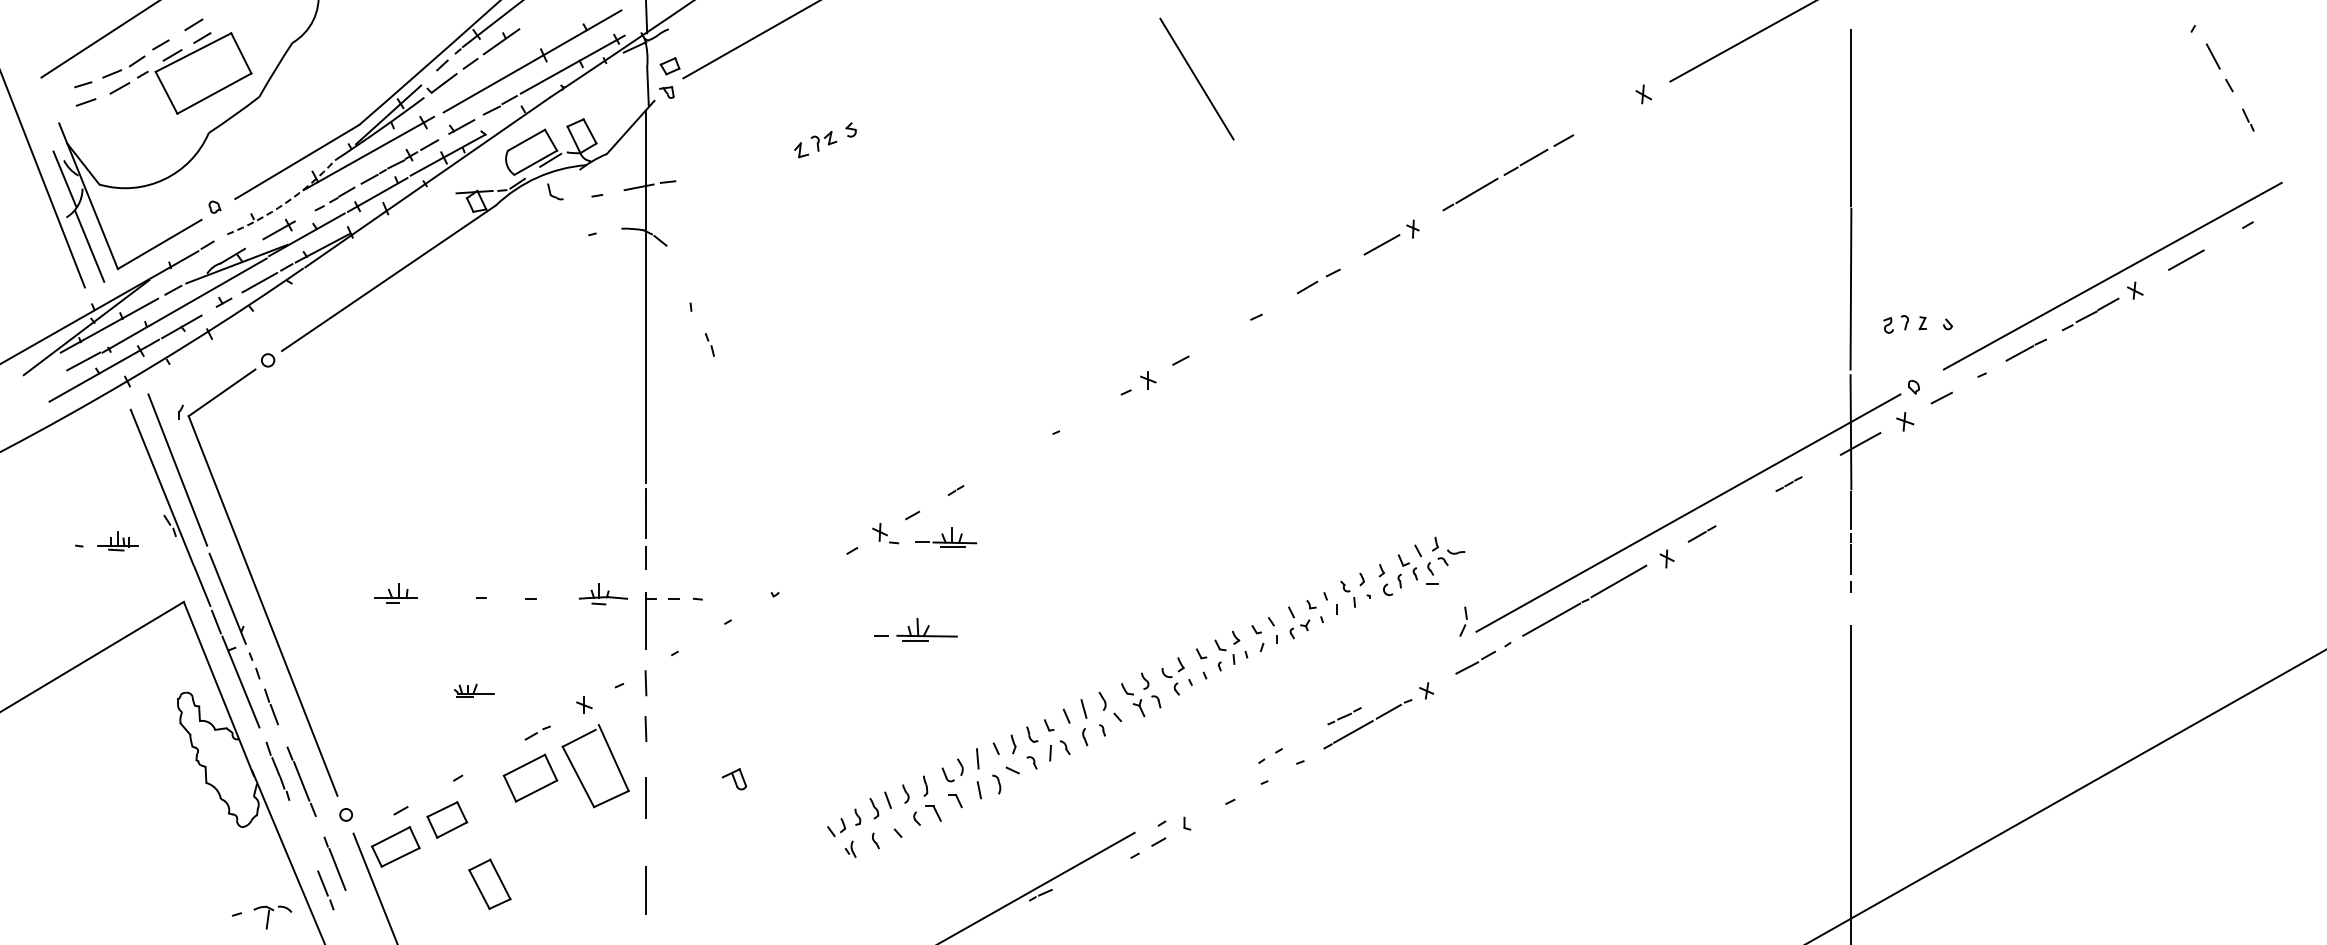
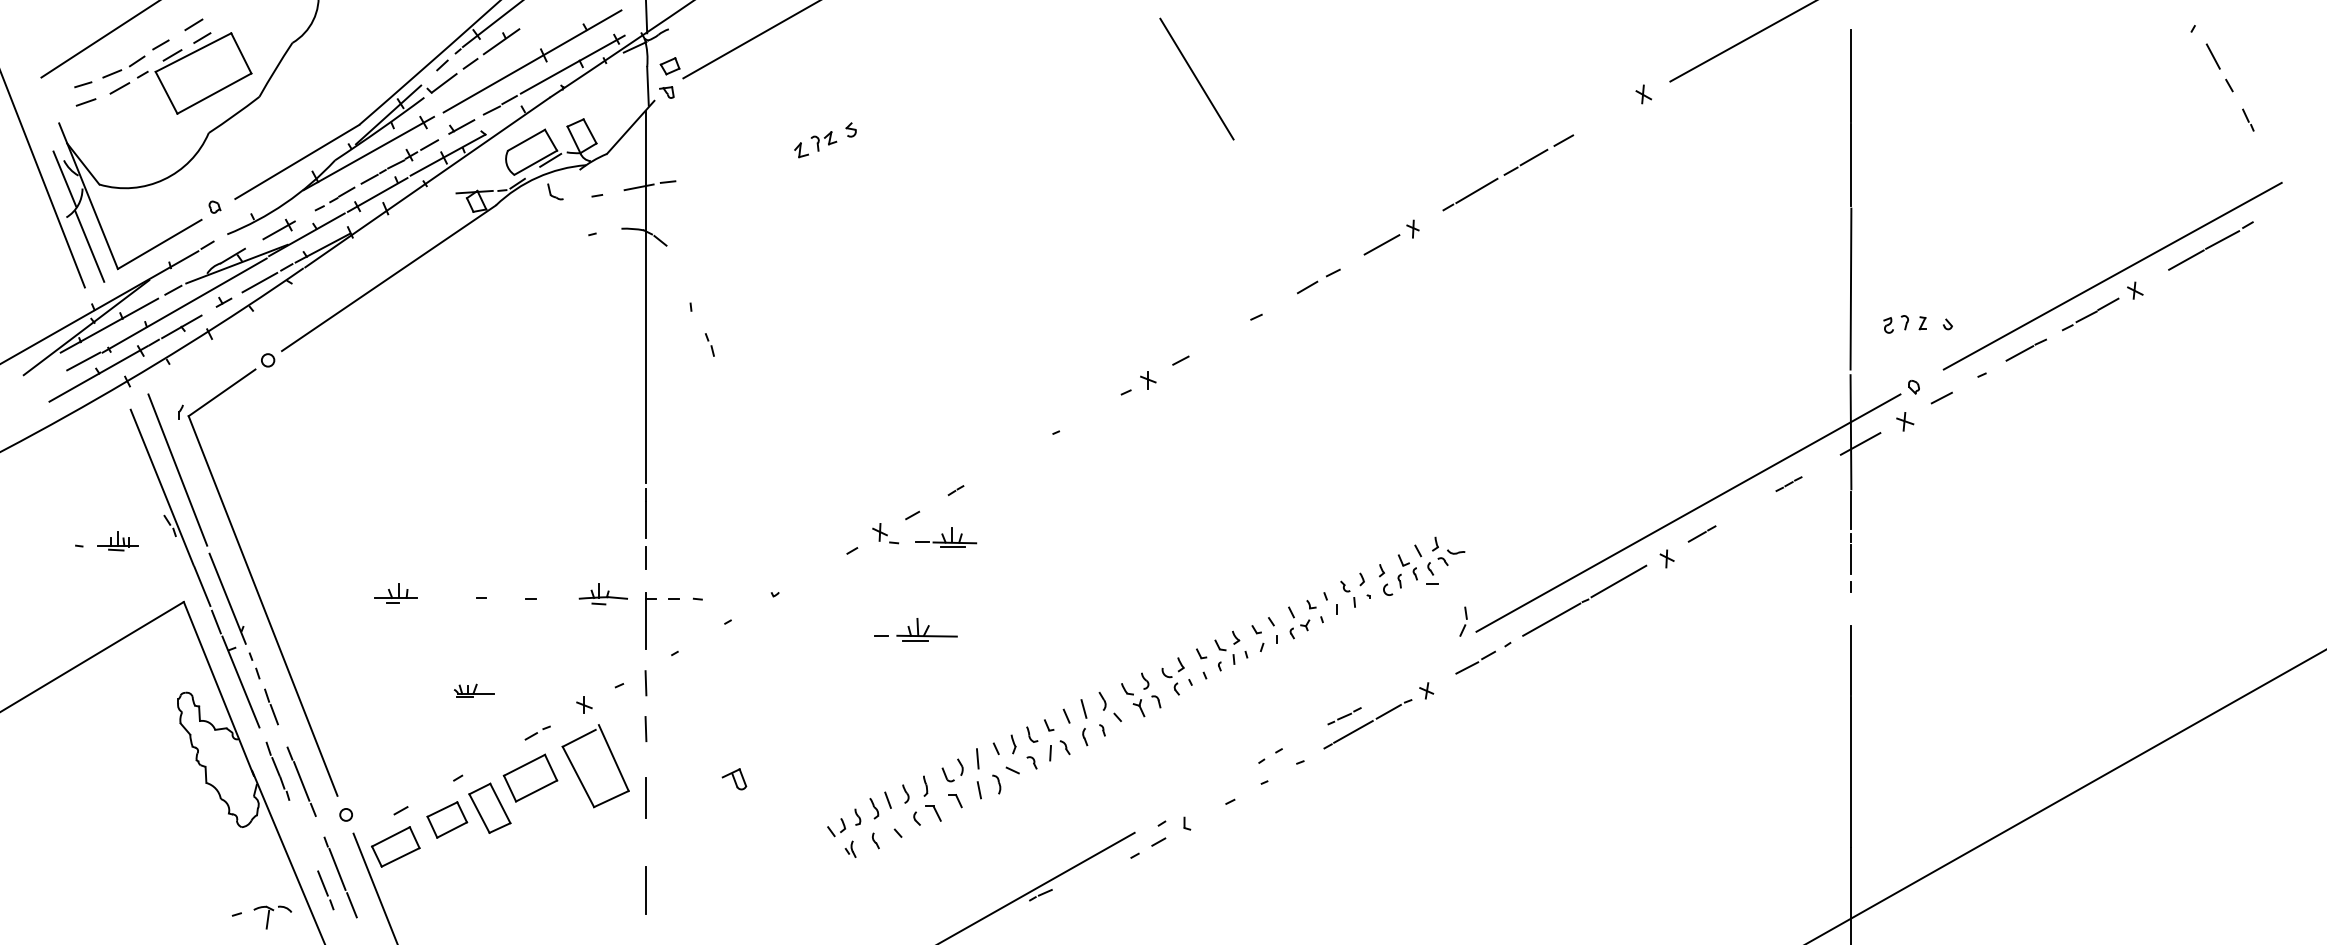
arc at (285, 203): dashed -> solid
line at (2222, 239): none -> present
part at (489, 883) position: (489, 883) -> (489, 807)
line at (351, 905): none -> present
